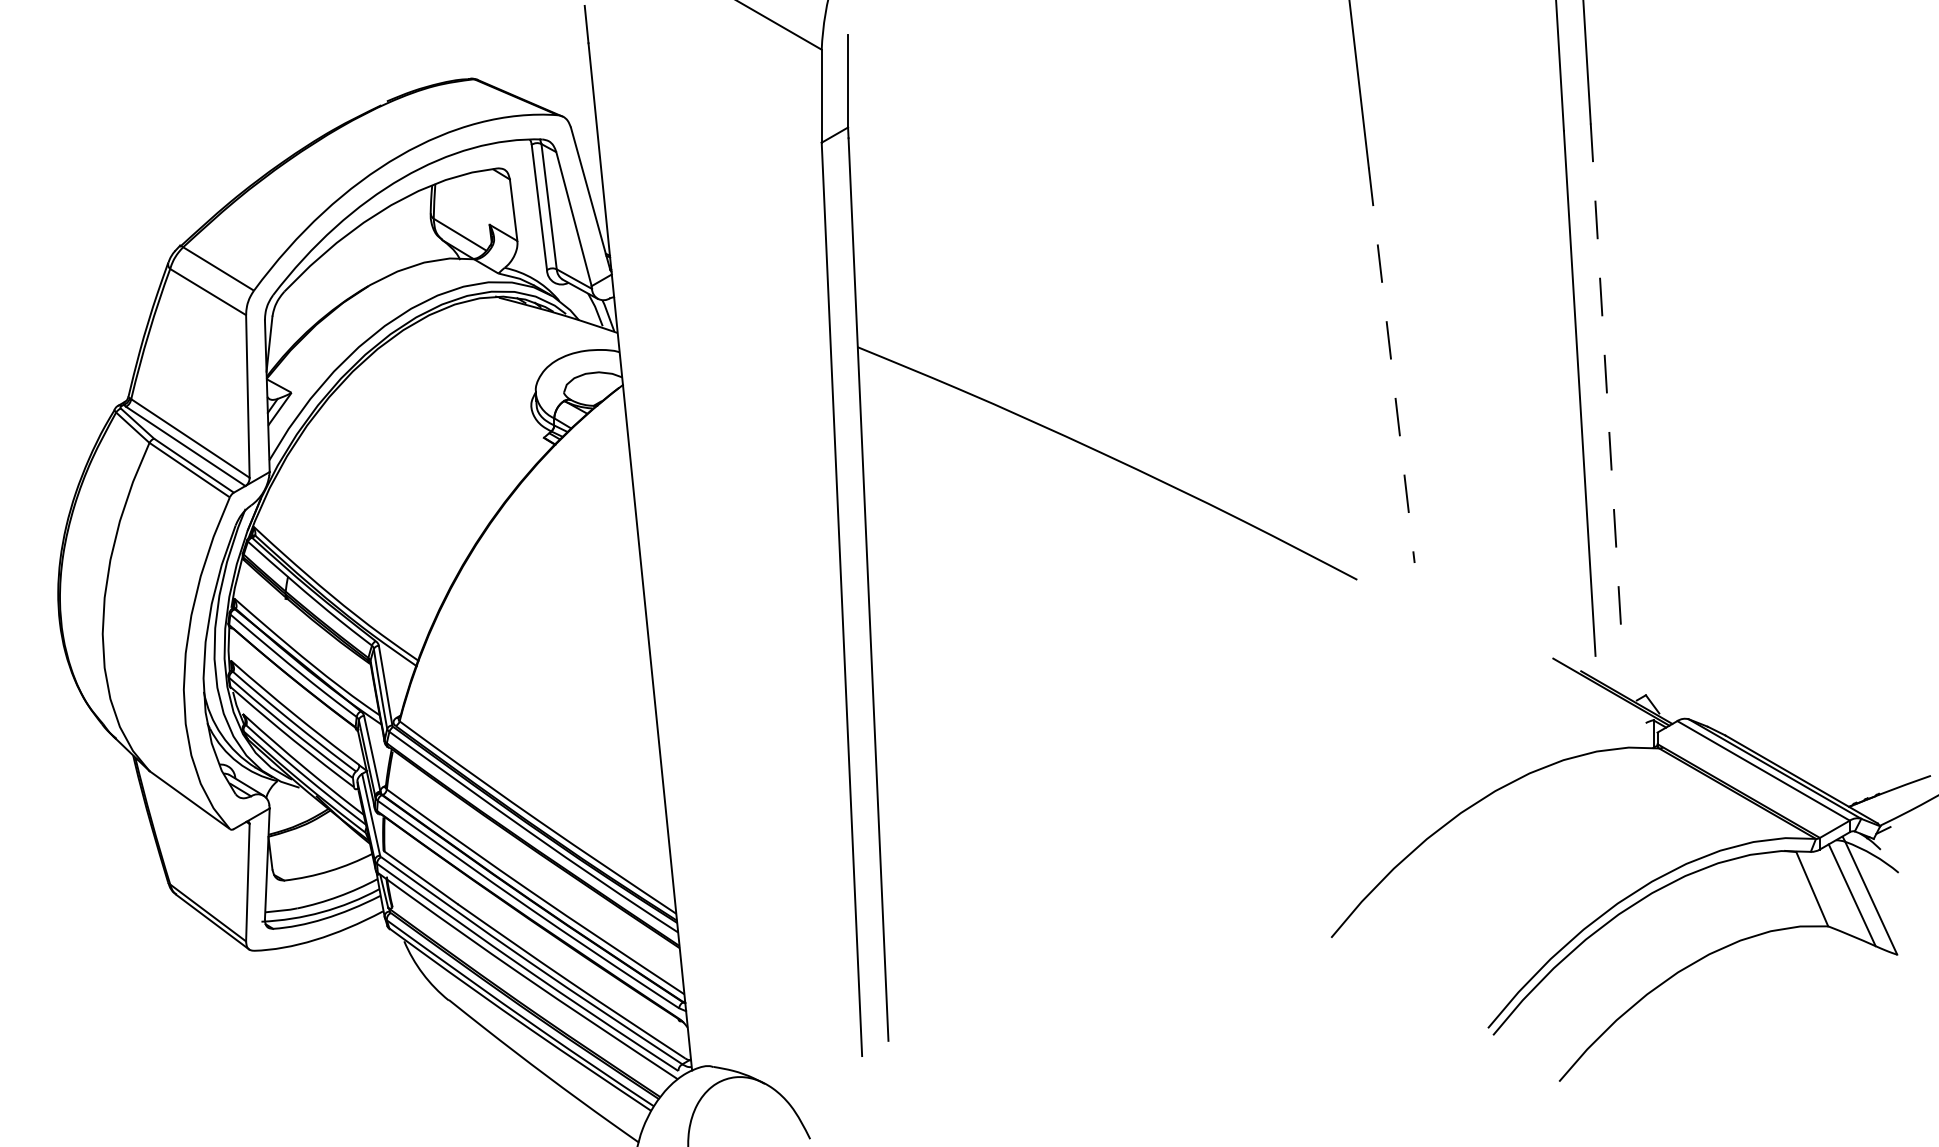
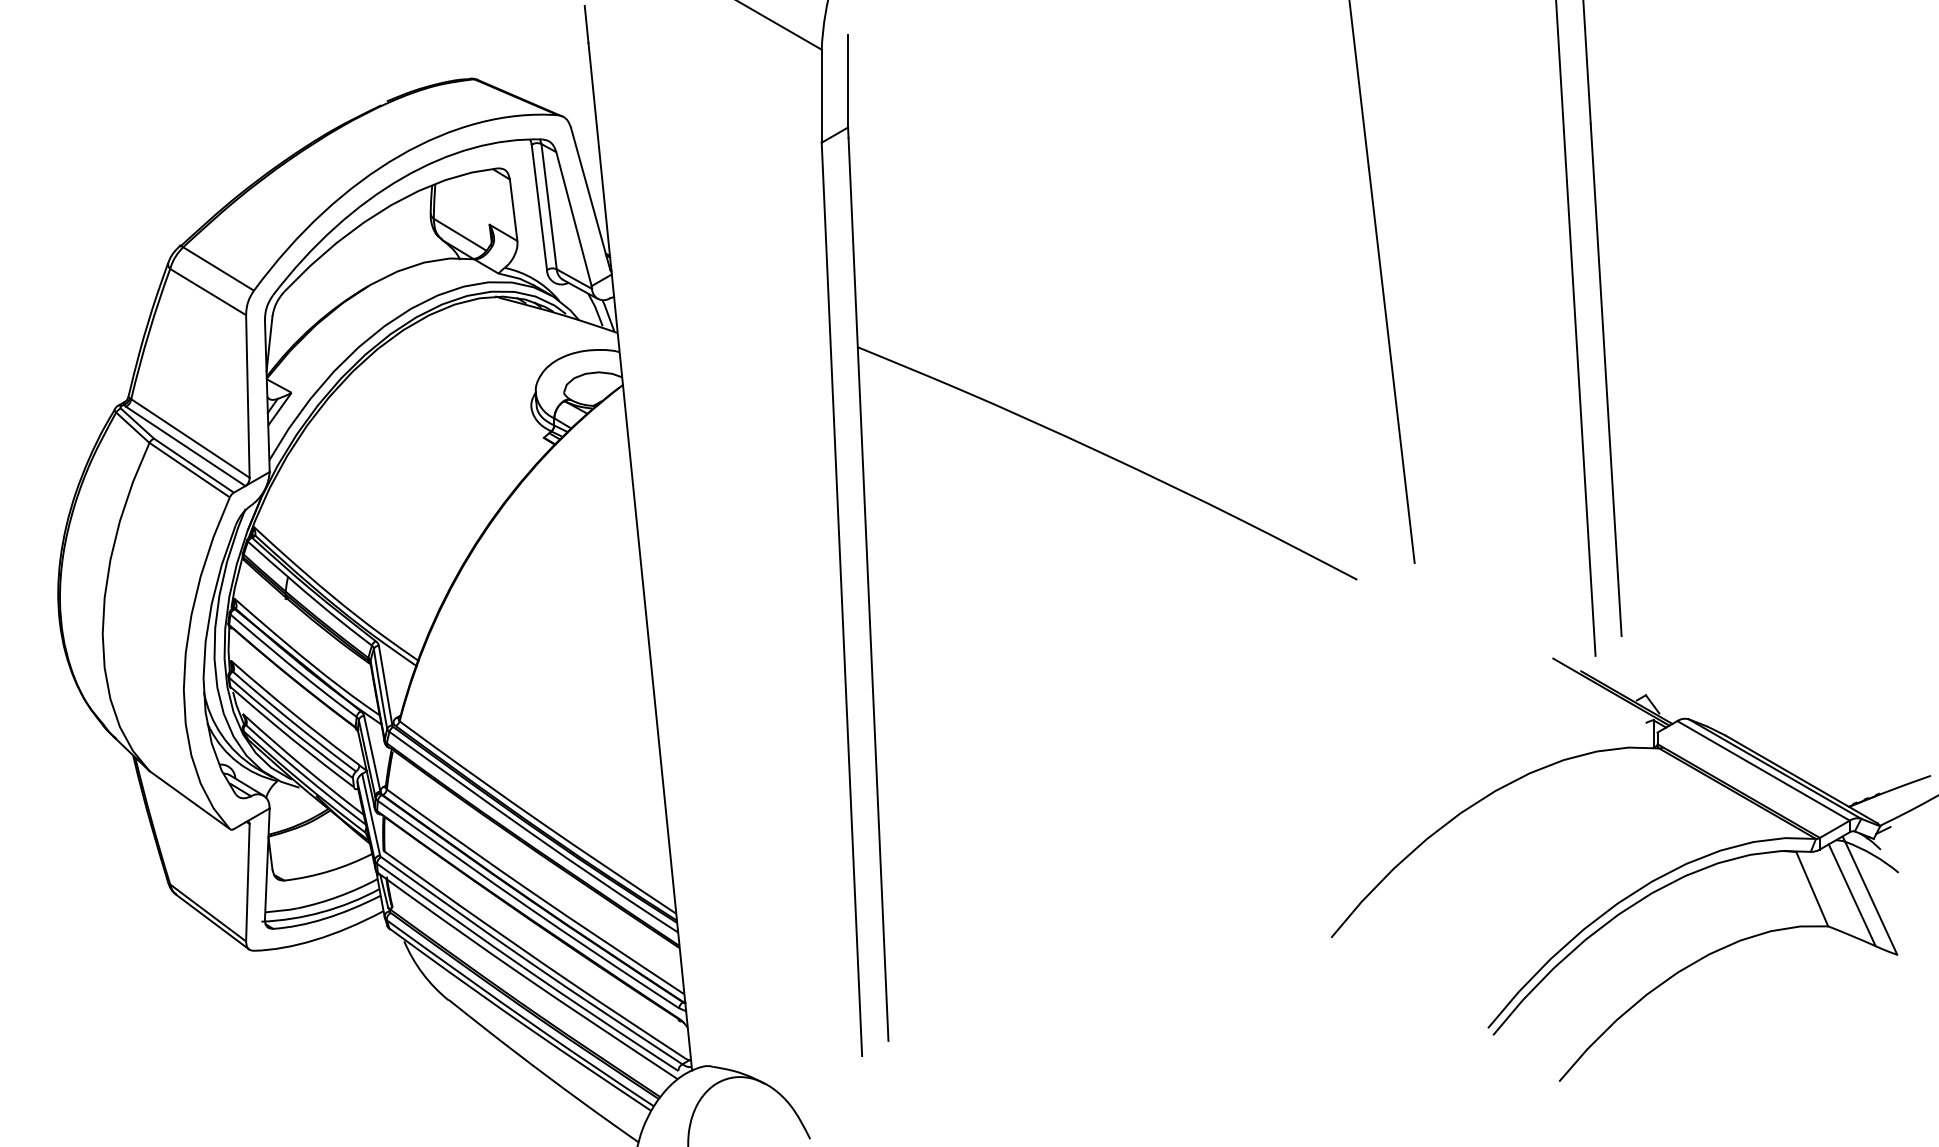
line at (1391, 365): dashed -> solid
line at (1606, 379): dashed -> solid
